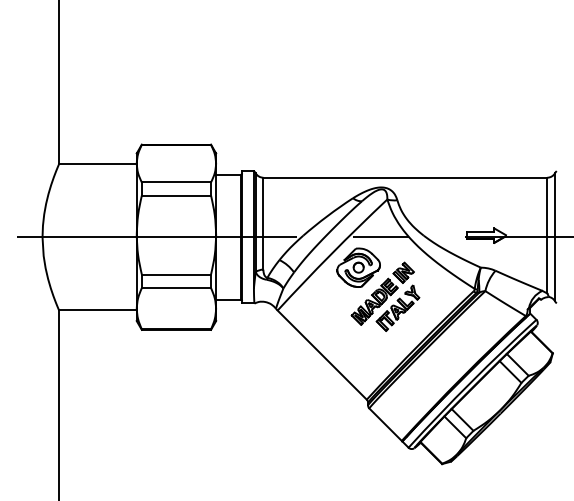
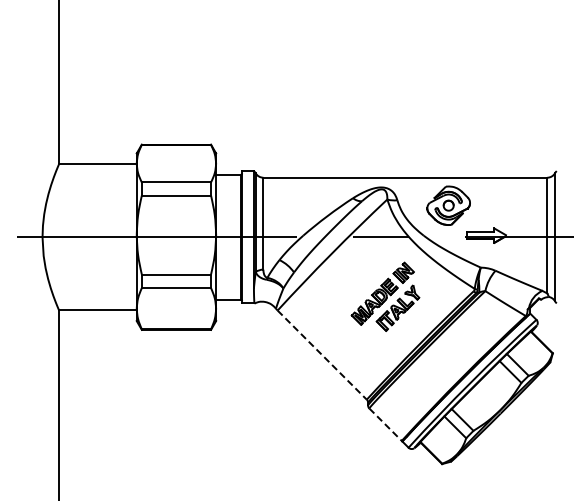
part at (358, 267) position: (358, 267) -> (448, 205)
line at (322, 355): solid -> dashed
line at (385, 424): solid -> dashed
